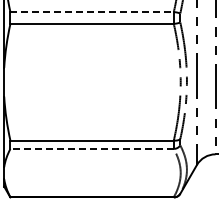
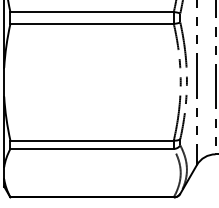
line at (92, 12): dashed -> solid
line at (92, 148): dashed -> solid
